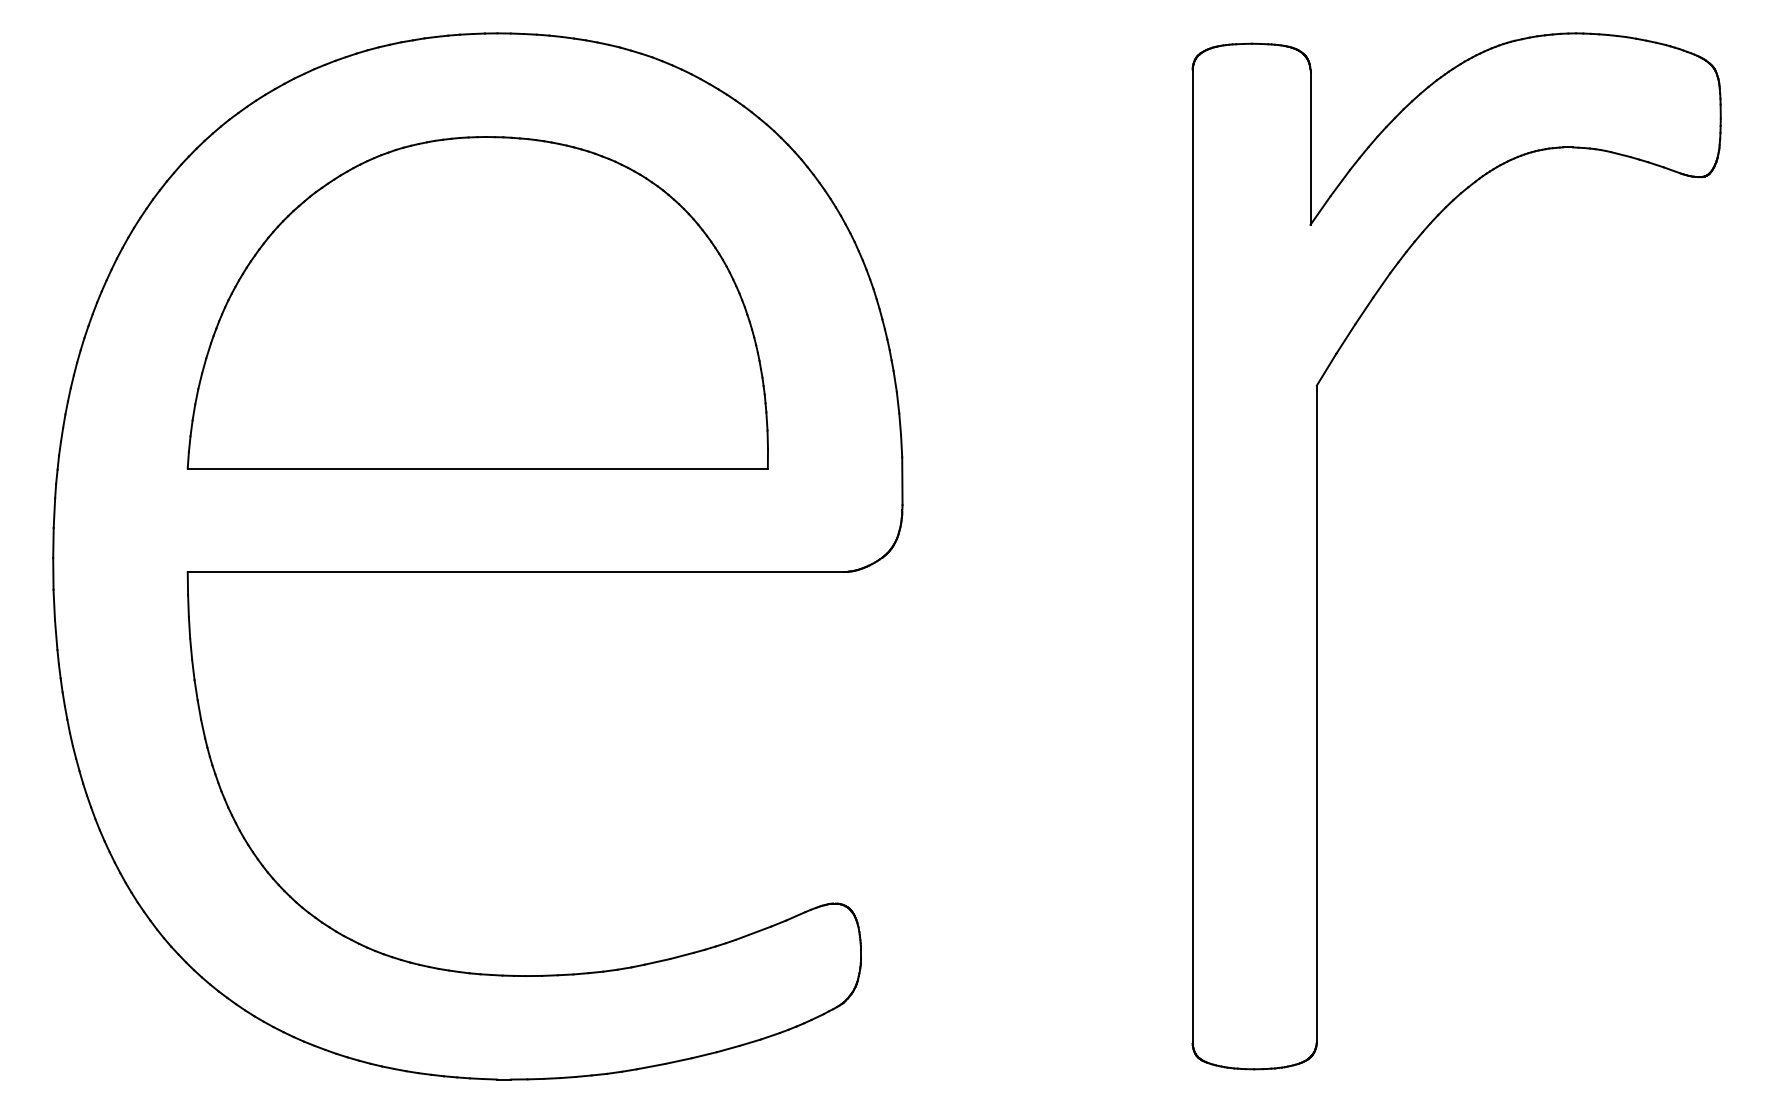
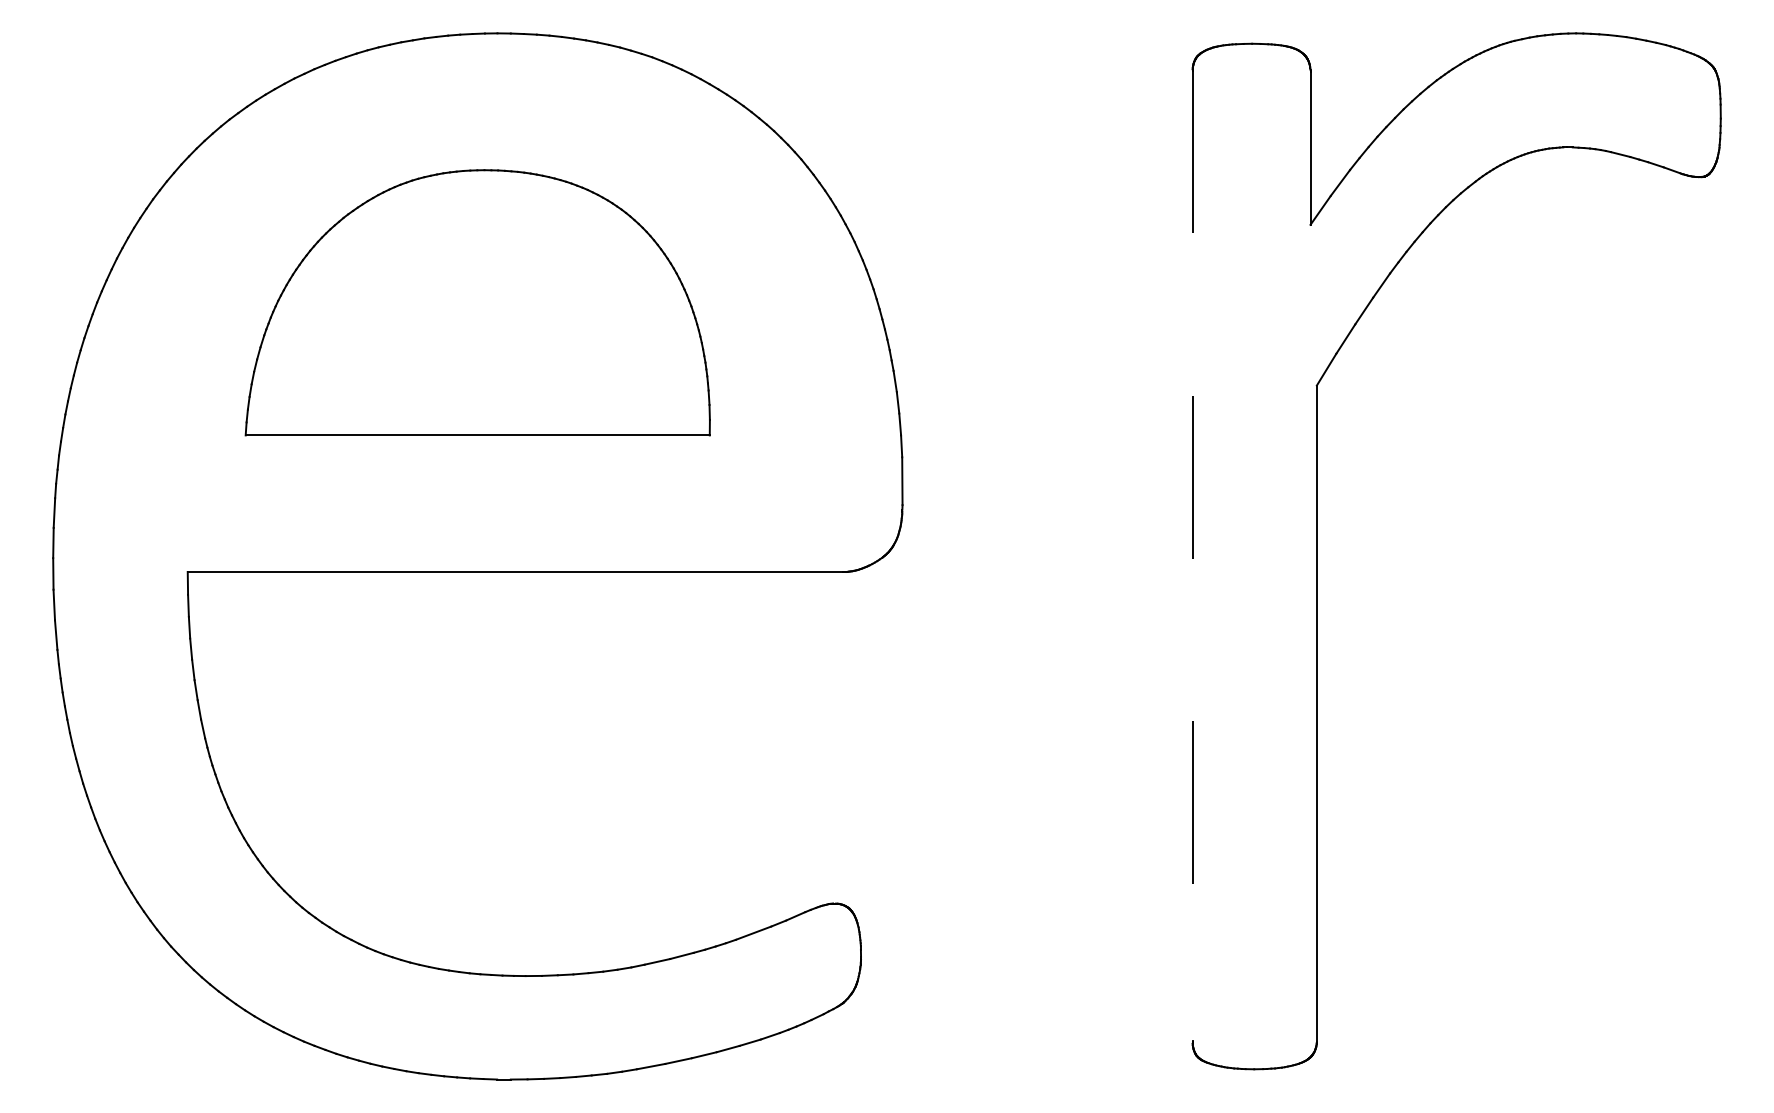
part at (477, 302) size: 583x334 px -> 467x268 px
line at (1192, 556): solid -> dashed
